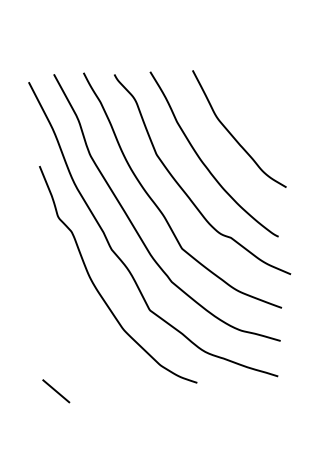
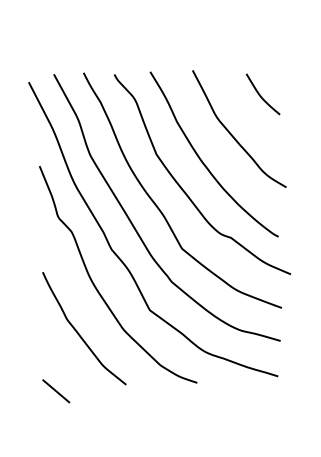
curve at (261, 95): none -> present
curve at (79, 333): none -> present
